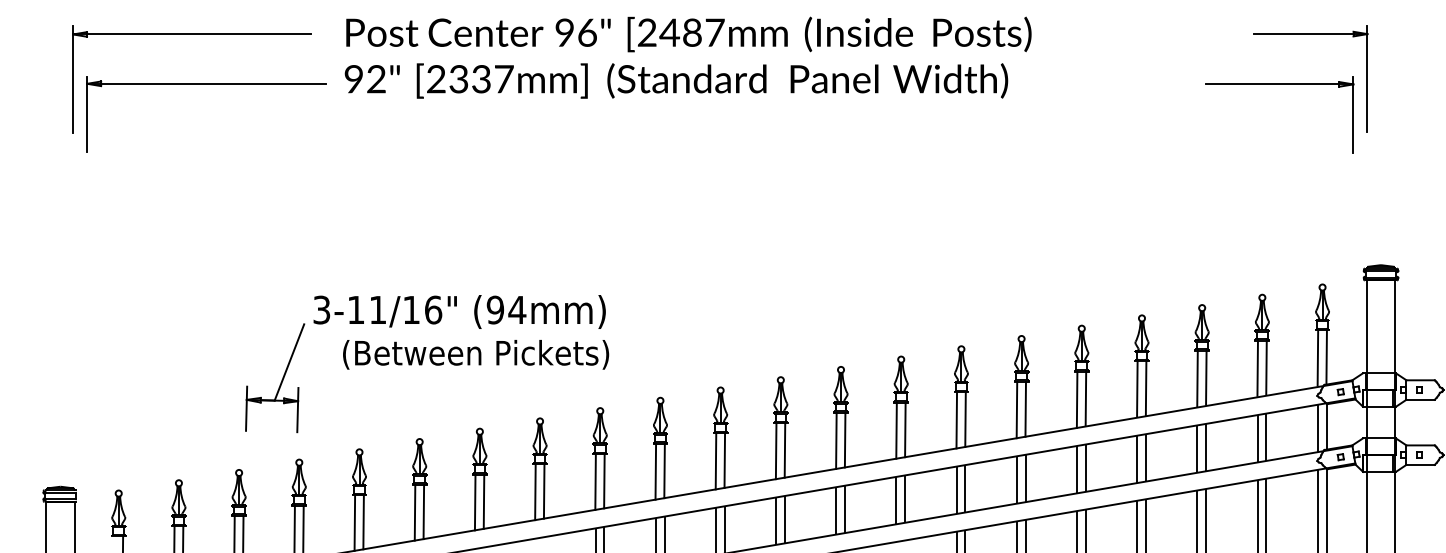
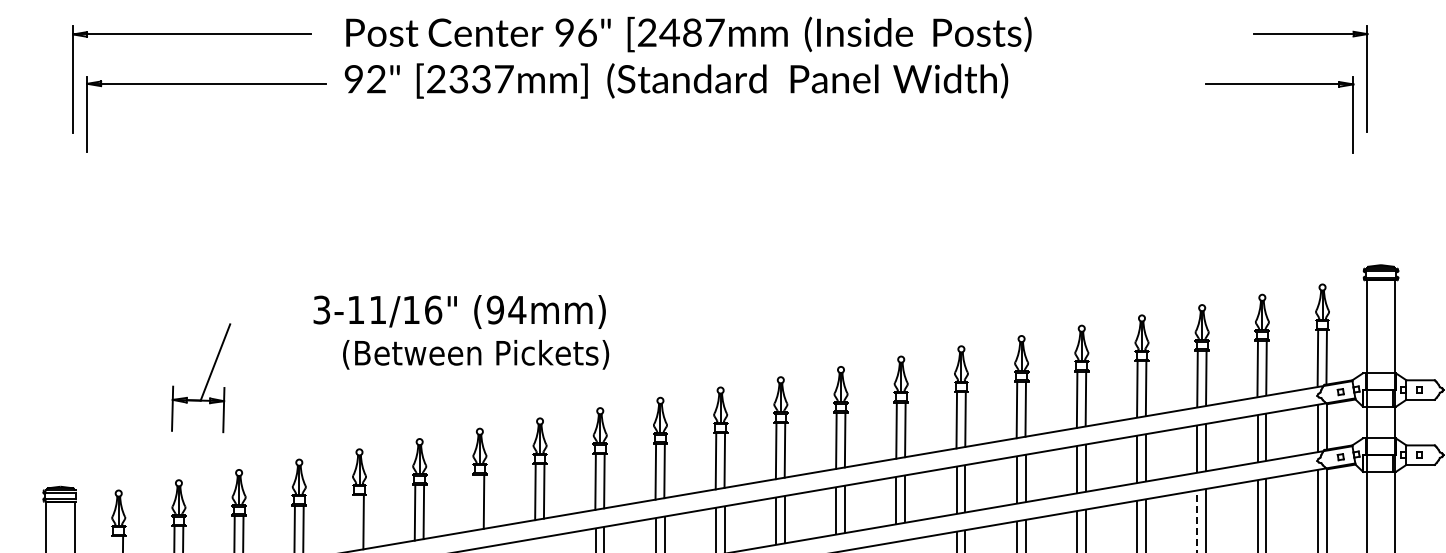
part at (281, 379) position: (281, 379) -> (207, 379)
line at (474, 502): present -> none
line at (1197, 521): solid -> dashed
line at (354, 522): present -> none
